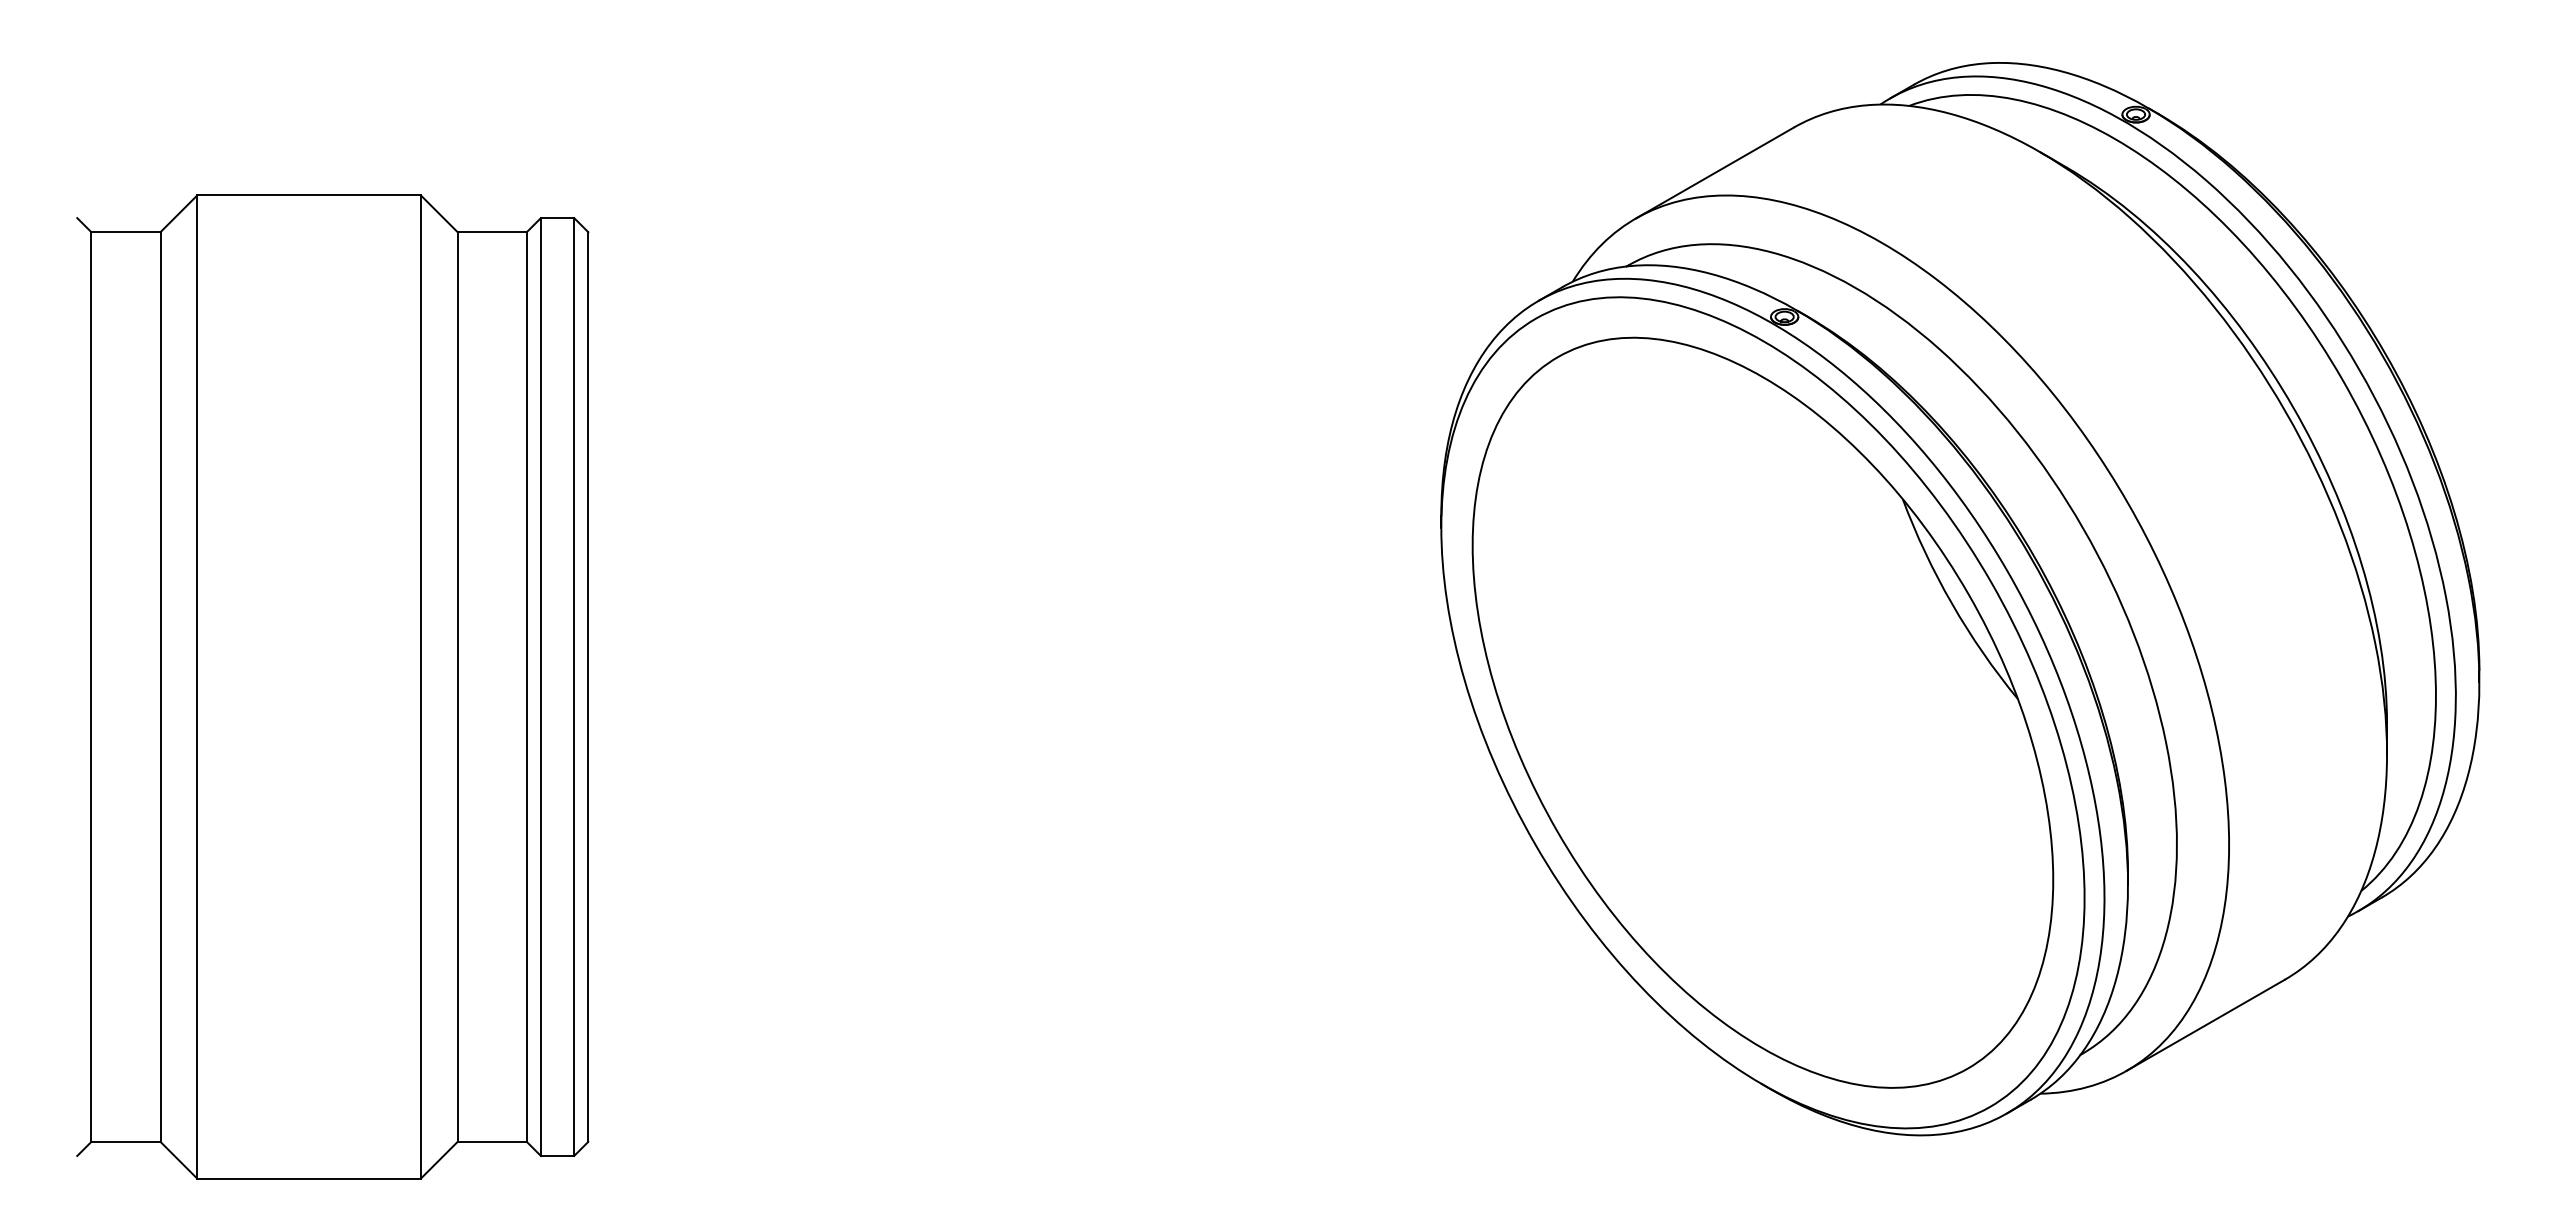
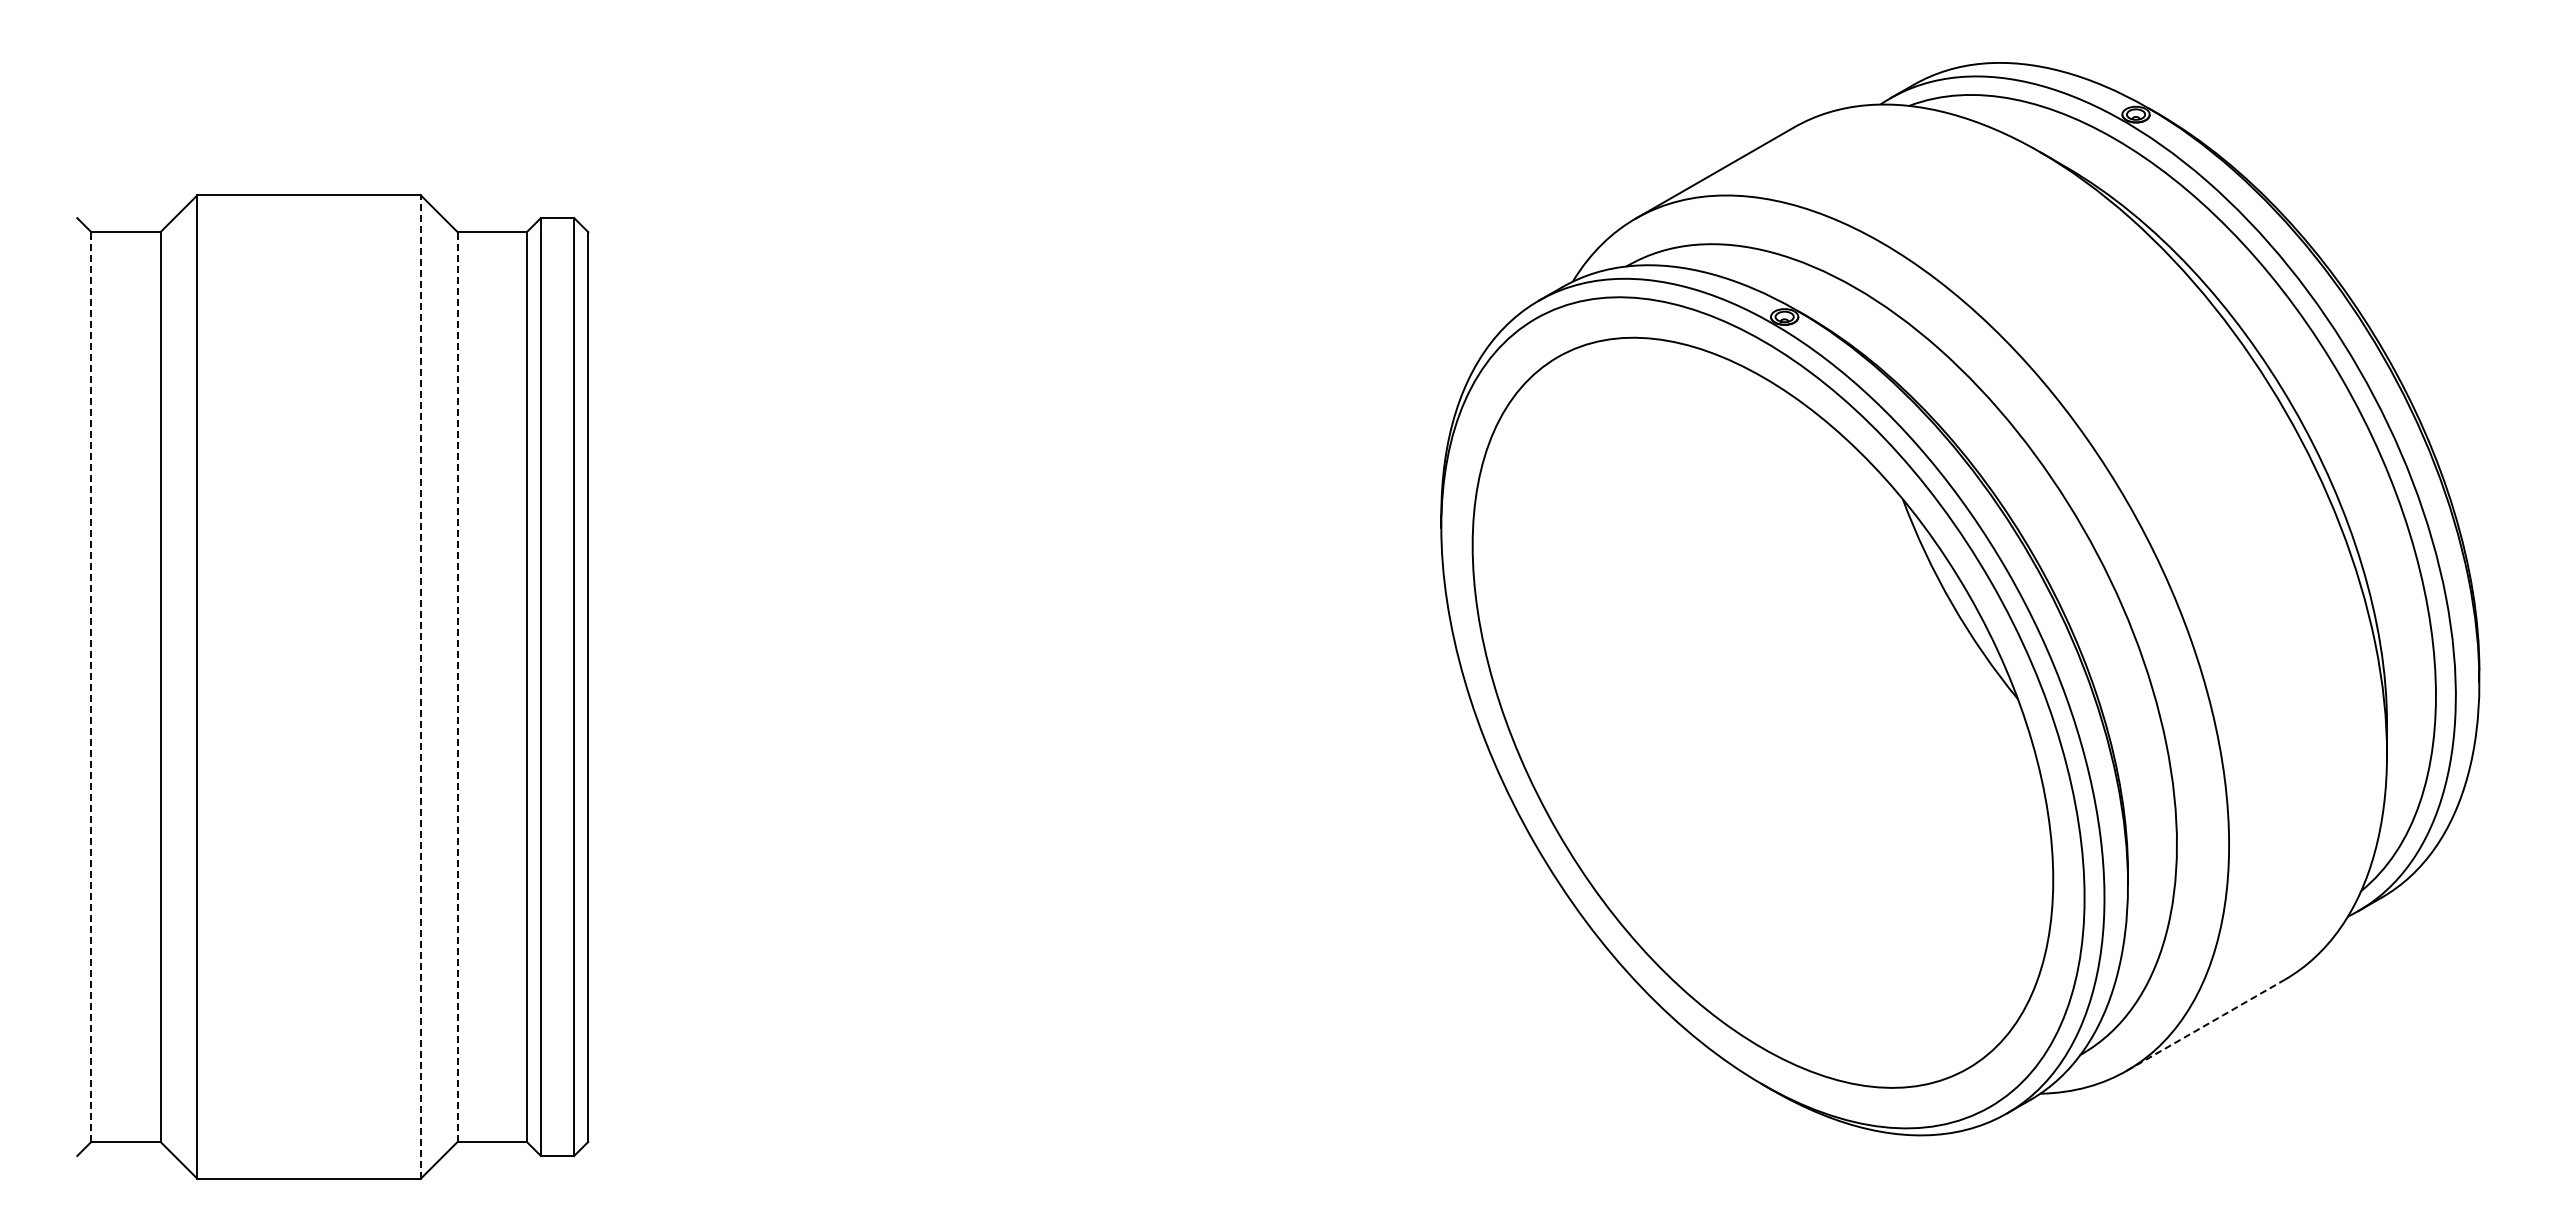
line at (91, 687): solid -> dashed
line at (420, 687): solid -> dashed
line at (457, 687): solid -> dashed
line at (2206, 1025): solid -> dashed
